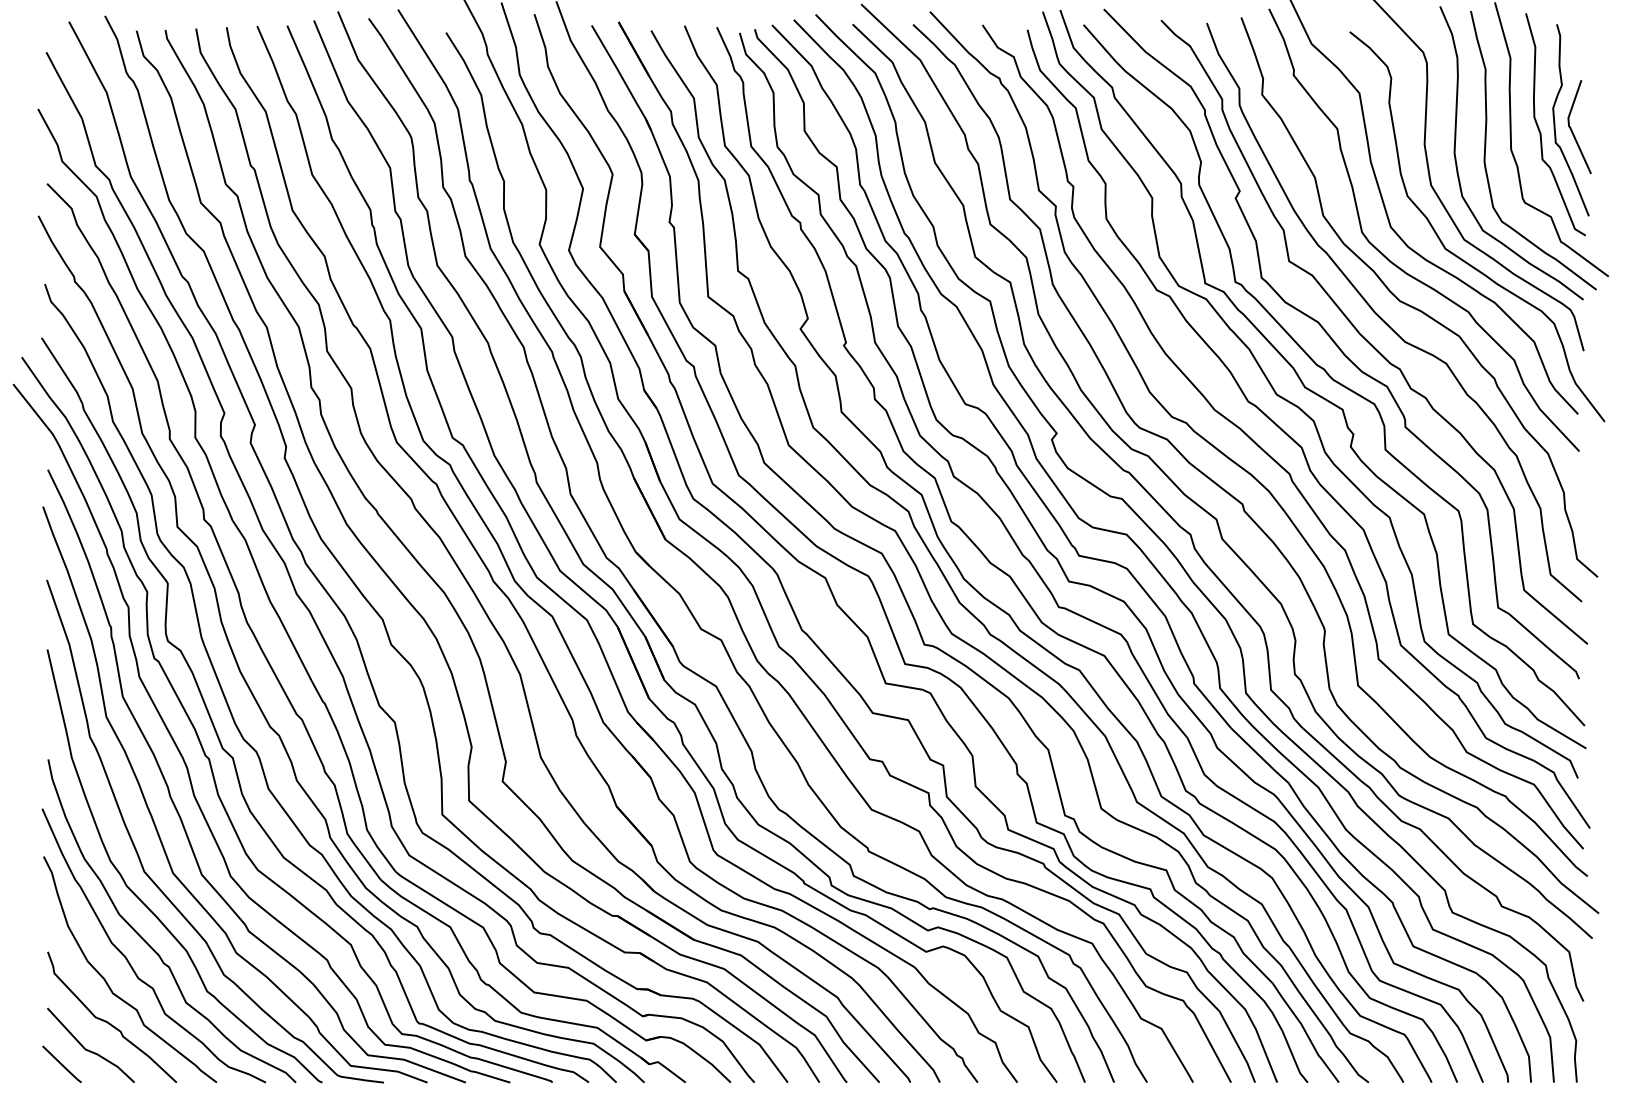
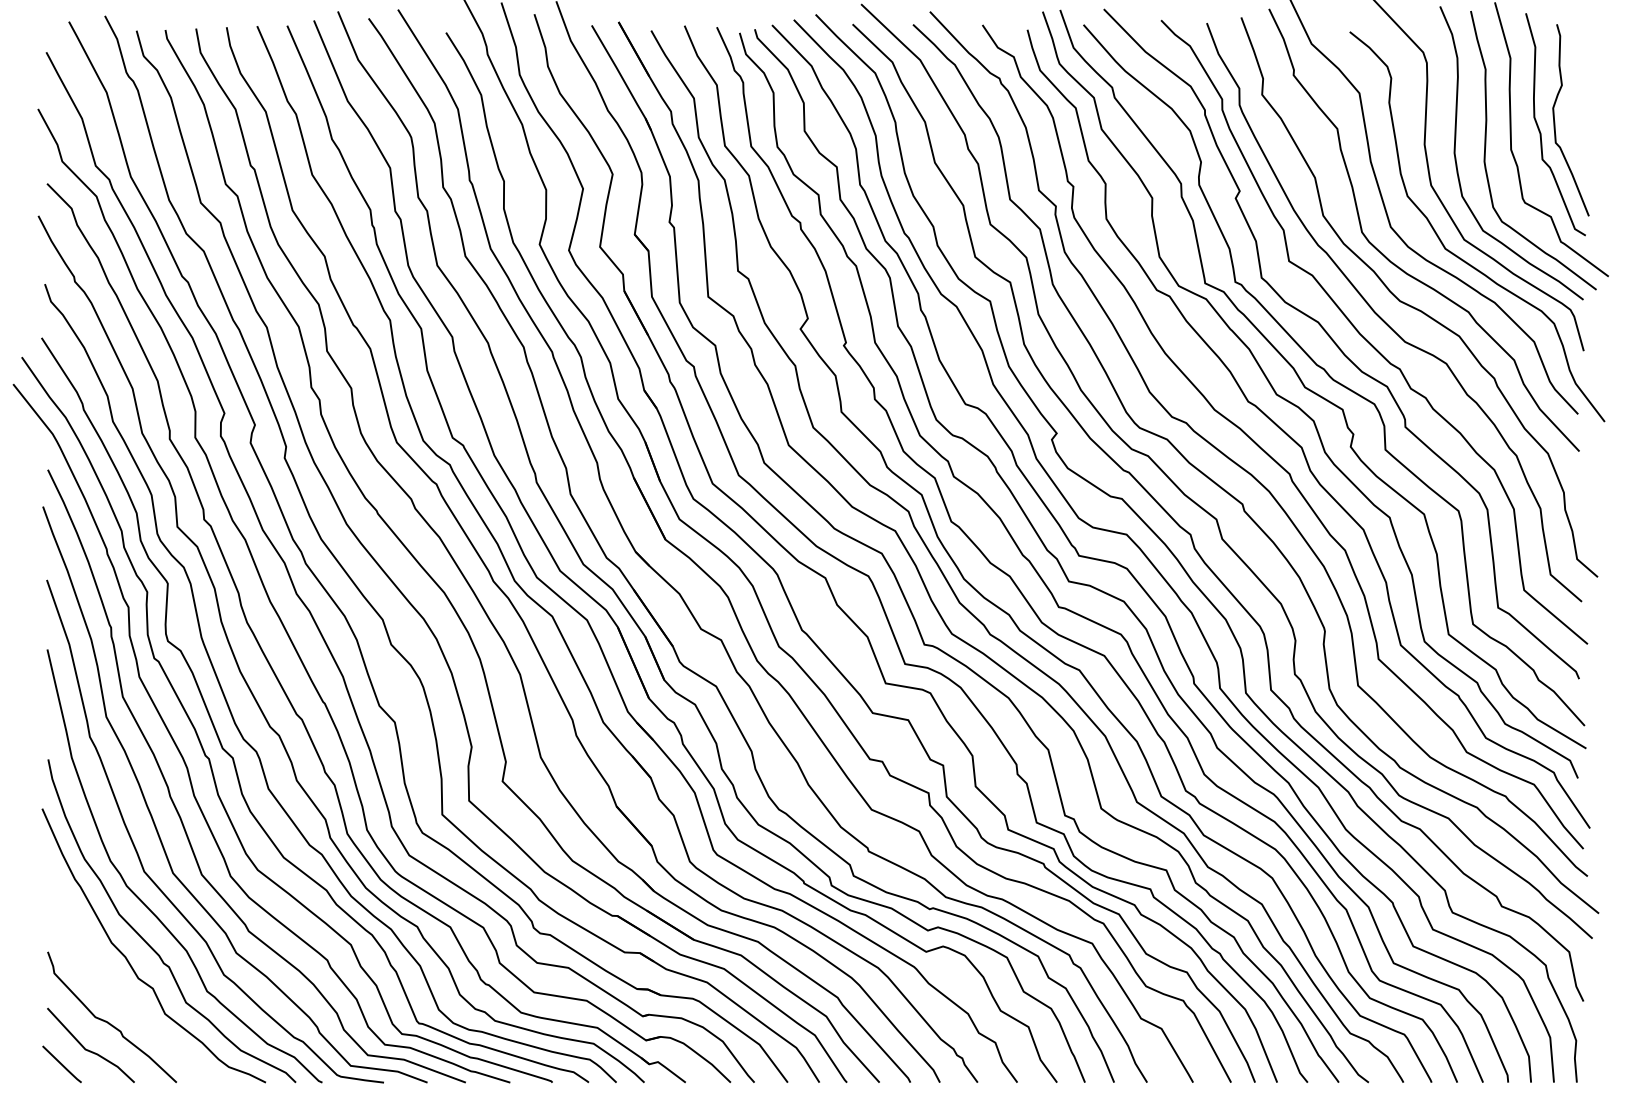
line at (1572, 130): present -> none
curve at (106, 980): present -> none
